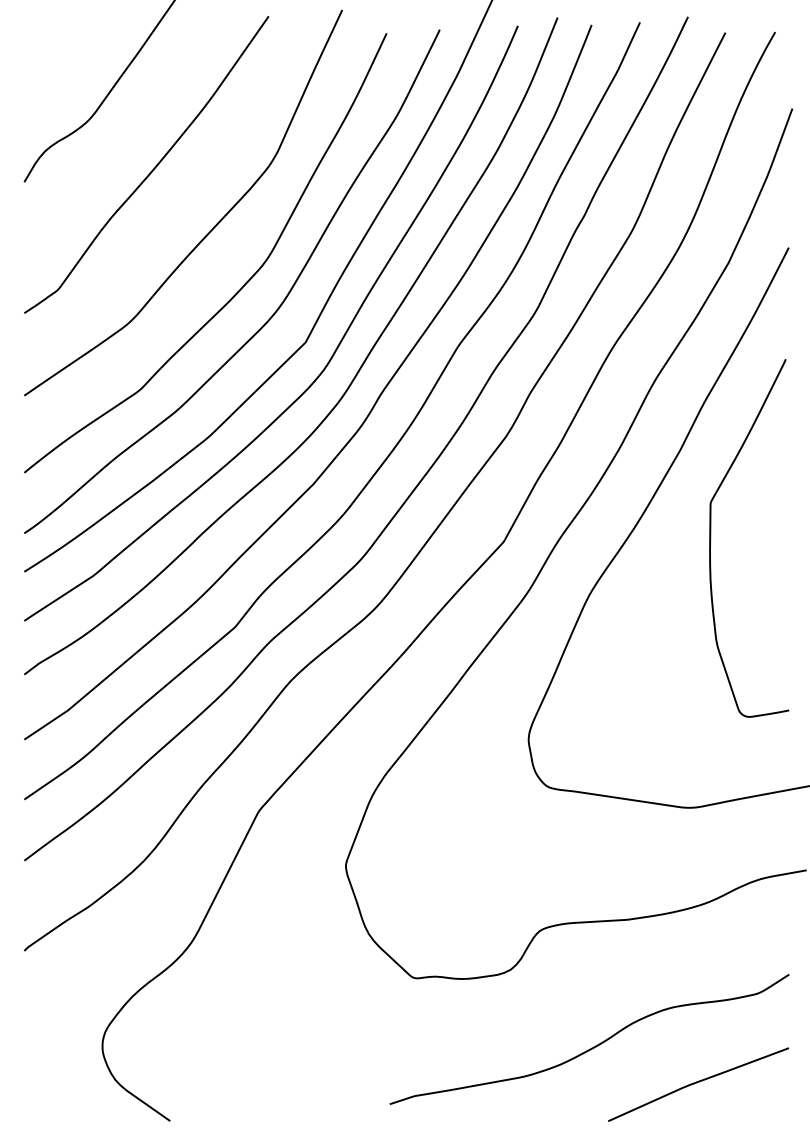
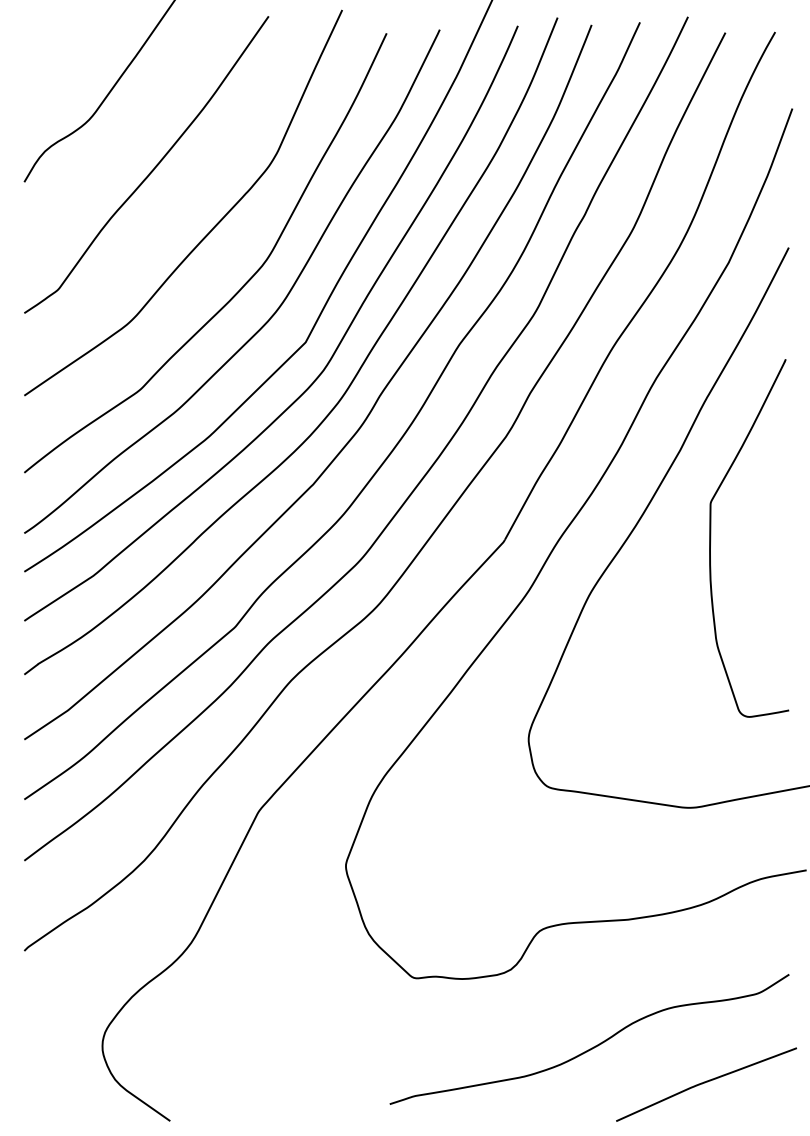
curve at (697, 1083) position: (697, 1083) -> (705, 1083)
